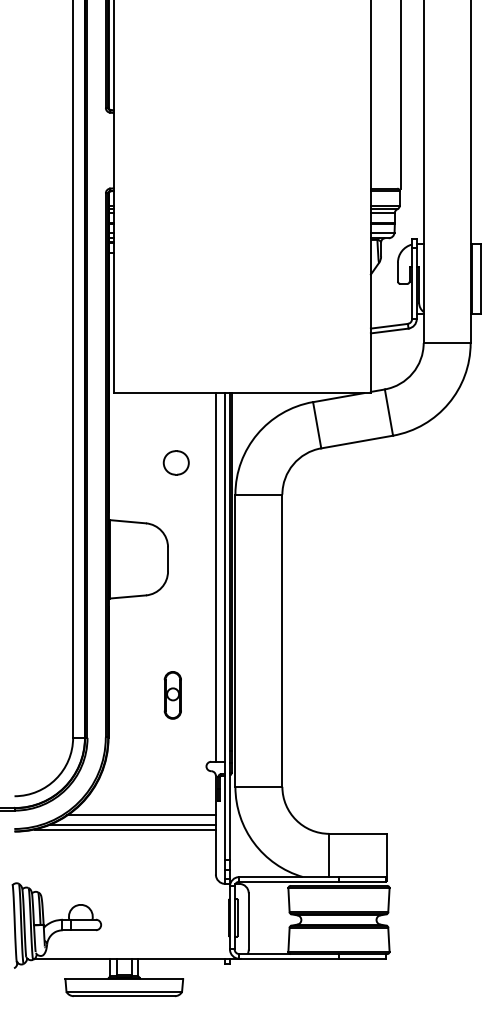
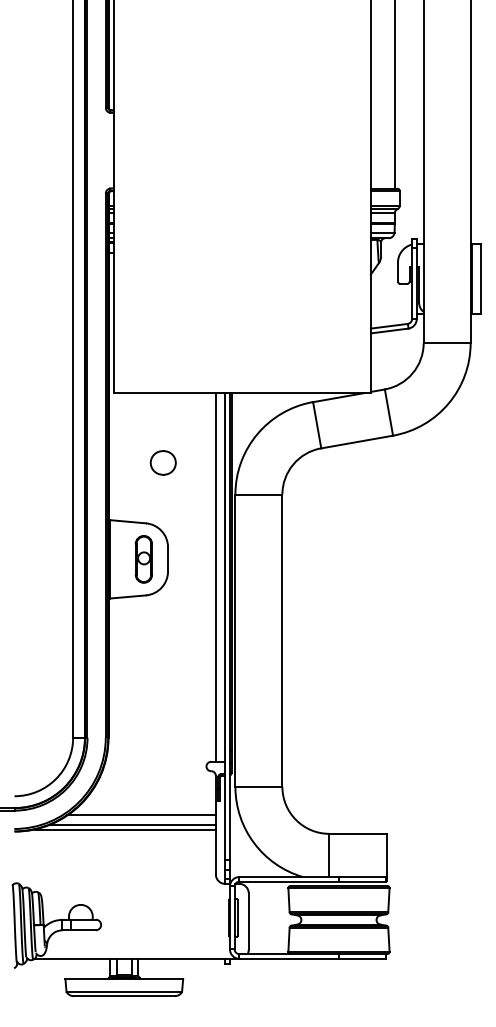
line at (400, 95) position: (400, 95) -> (394, 95)
part at (175, 462) position: (175, 462) -> (162, 462)
part at (172, 695) position: (172, 695) -> (143, 559)
